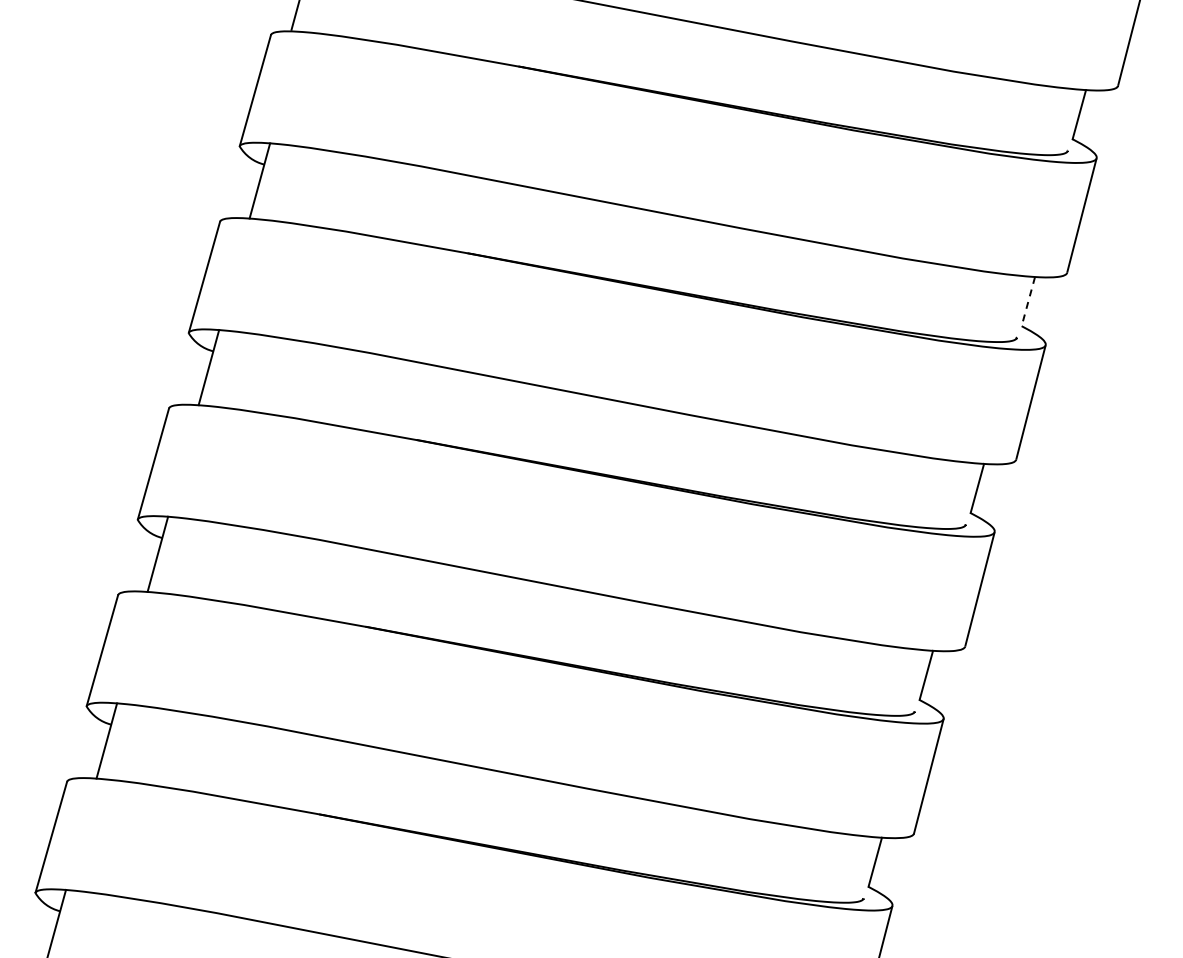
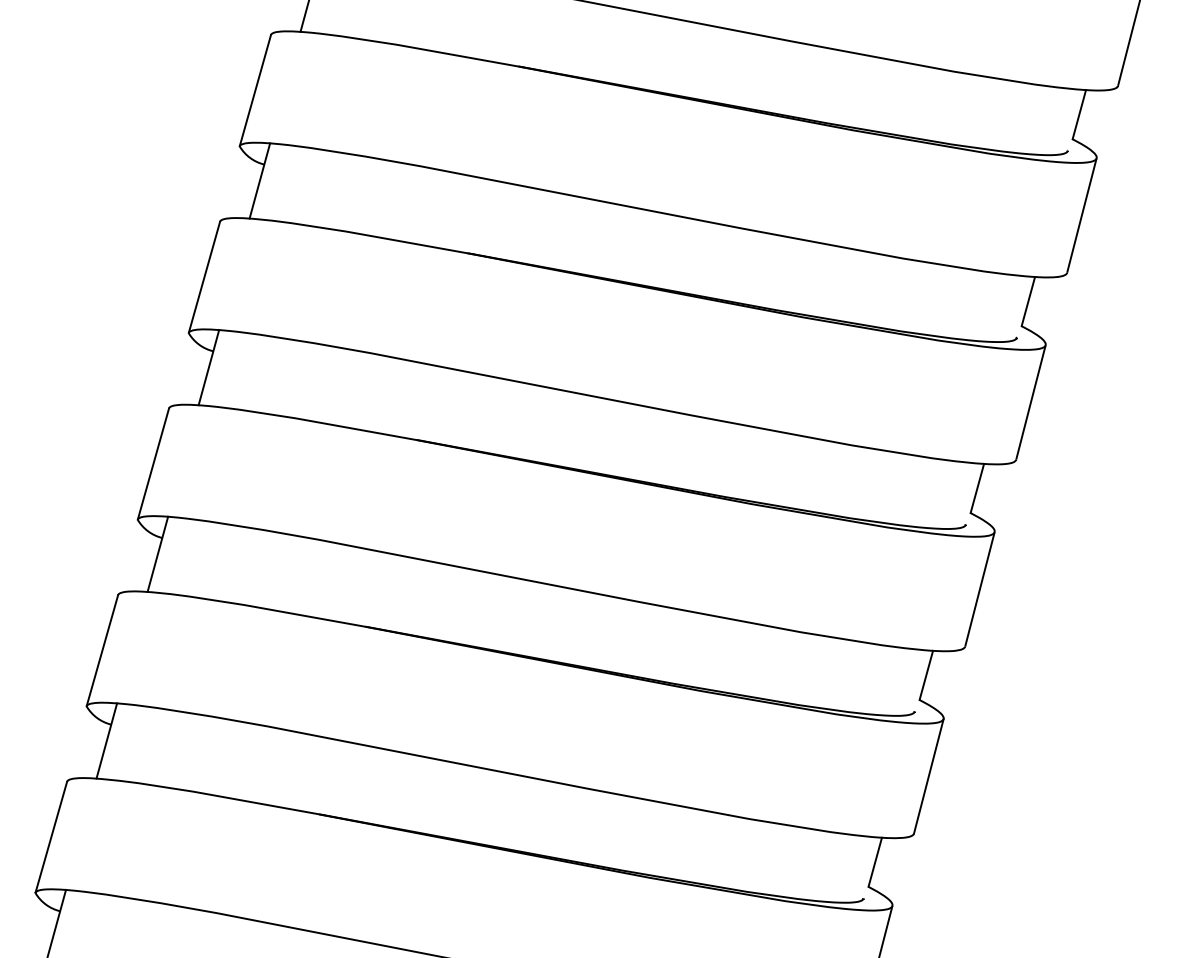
line at (294, 15) position: (294, 15) -> (304, 16)
line at (1028, 302): dashed -> solid
